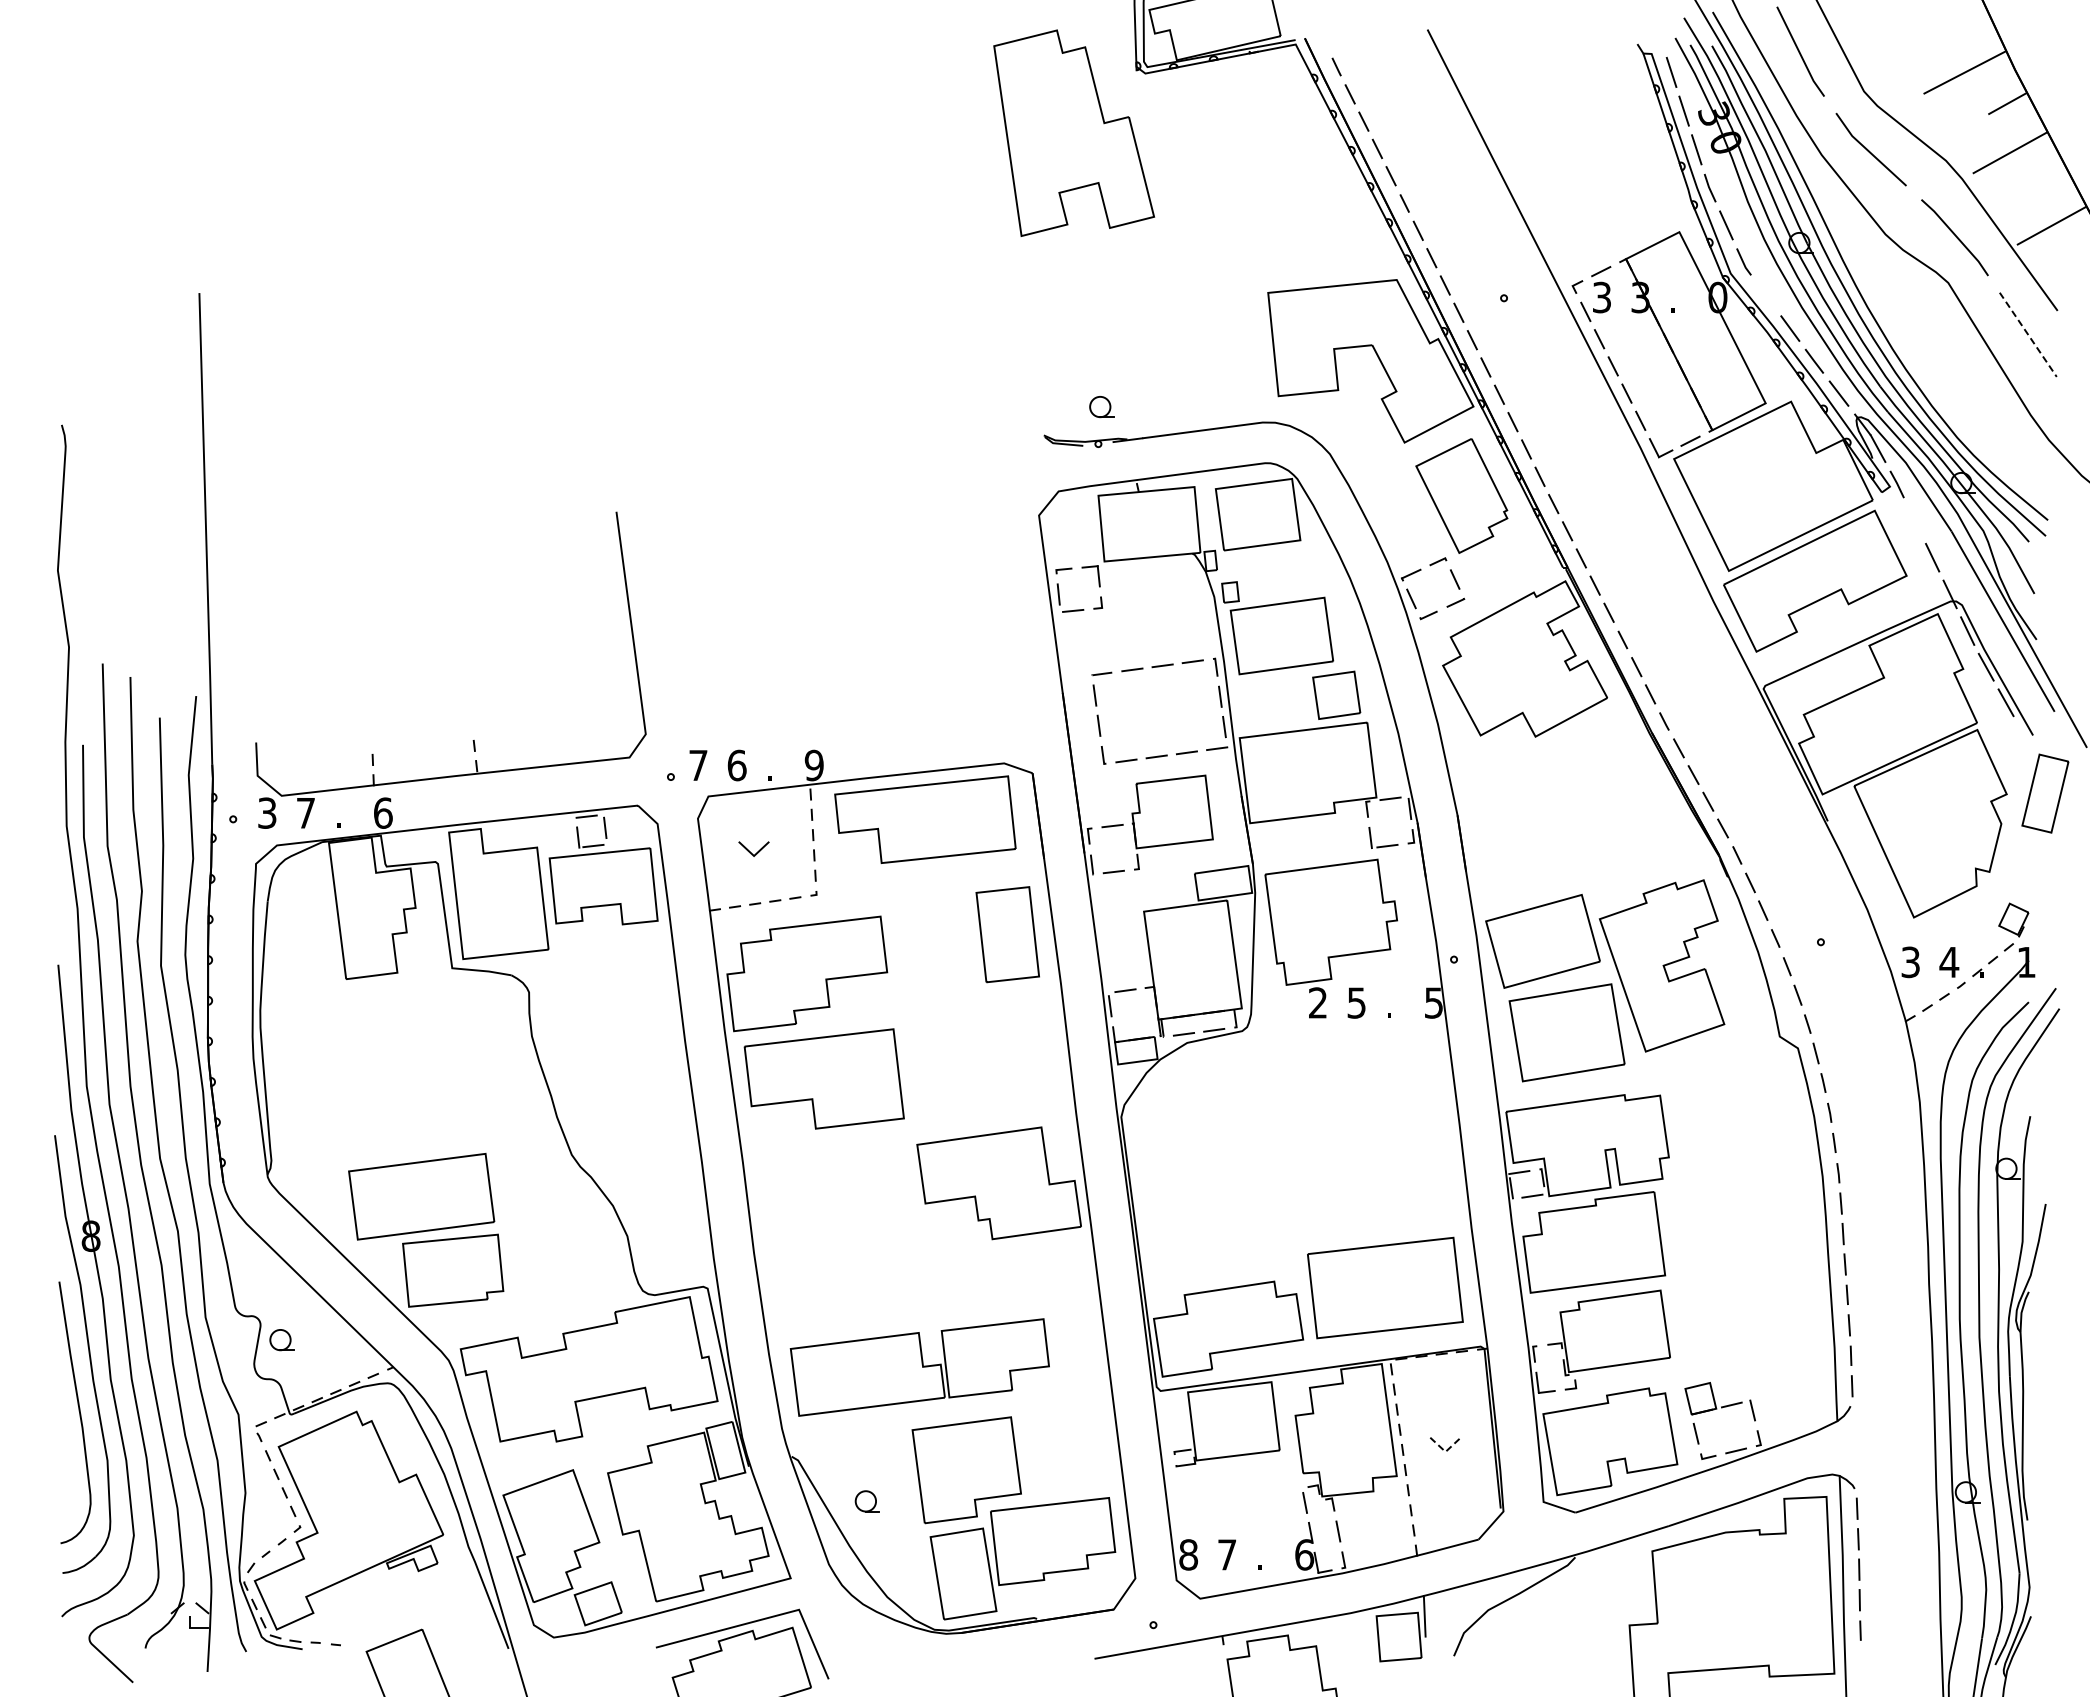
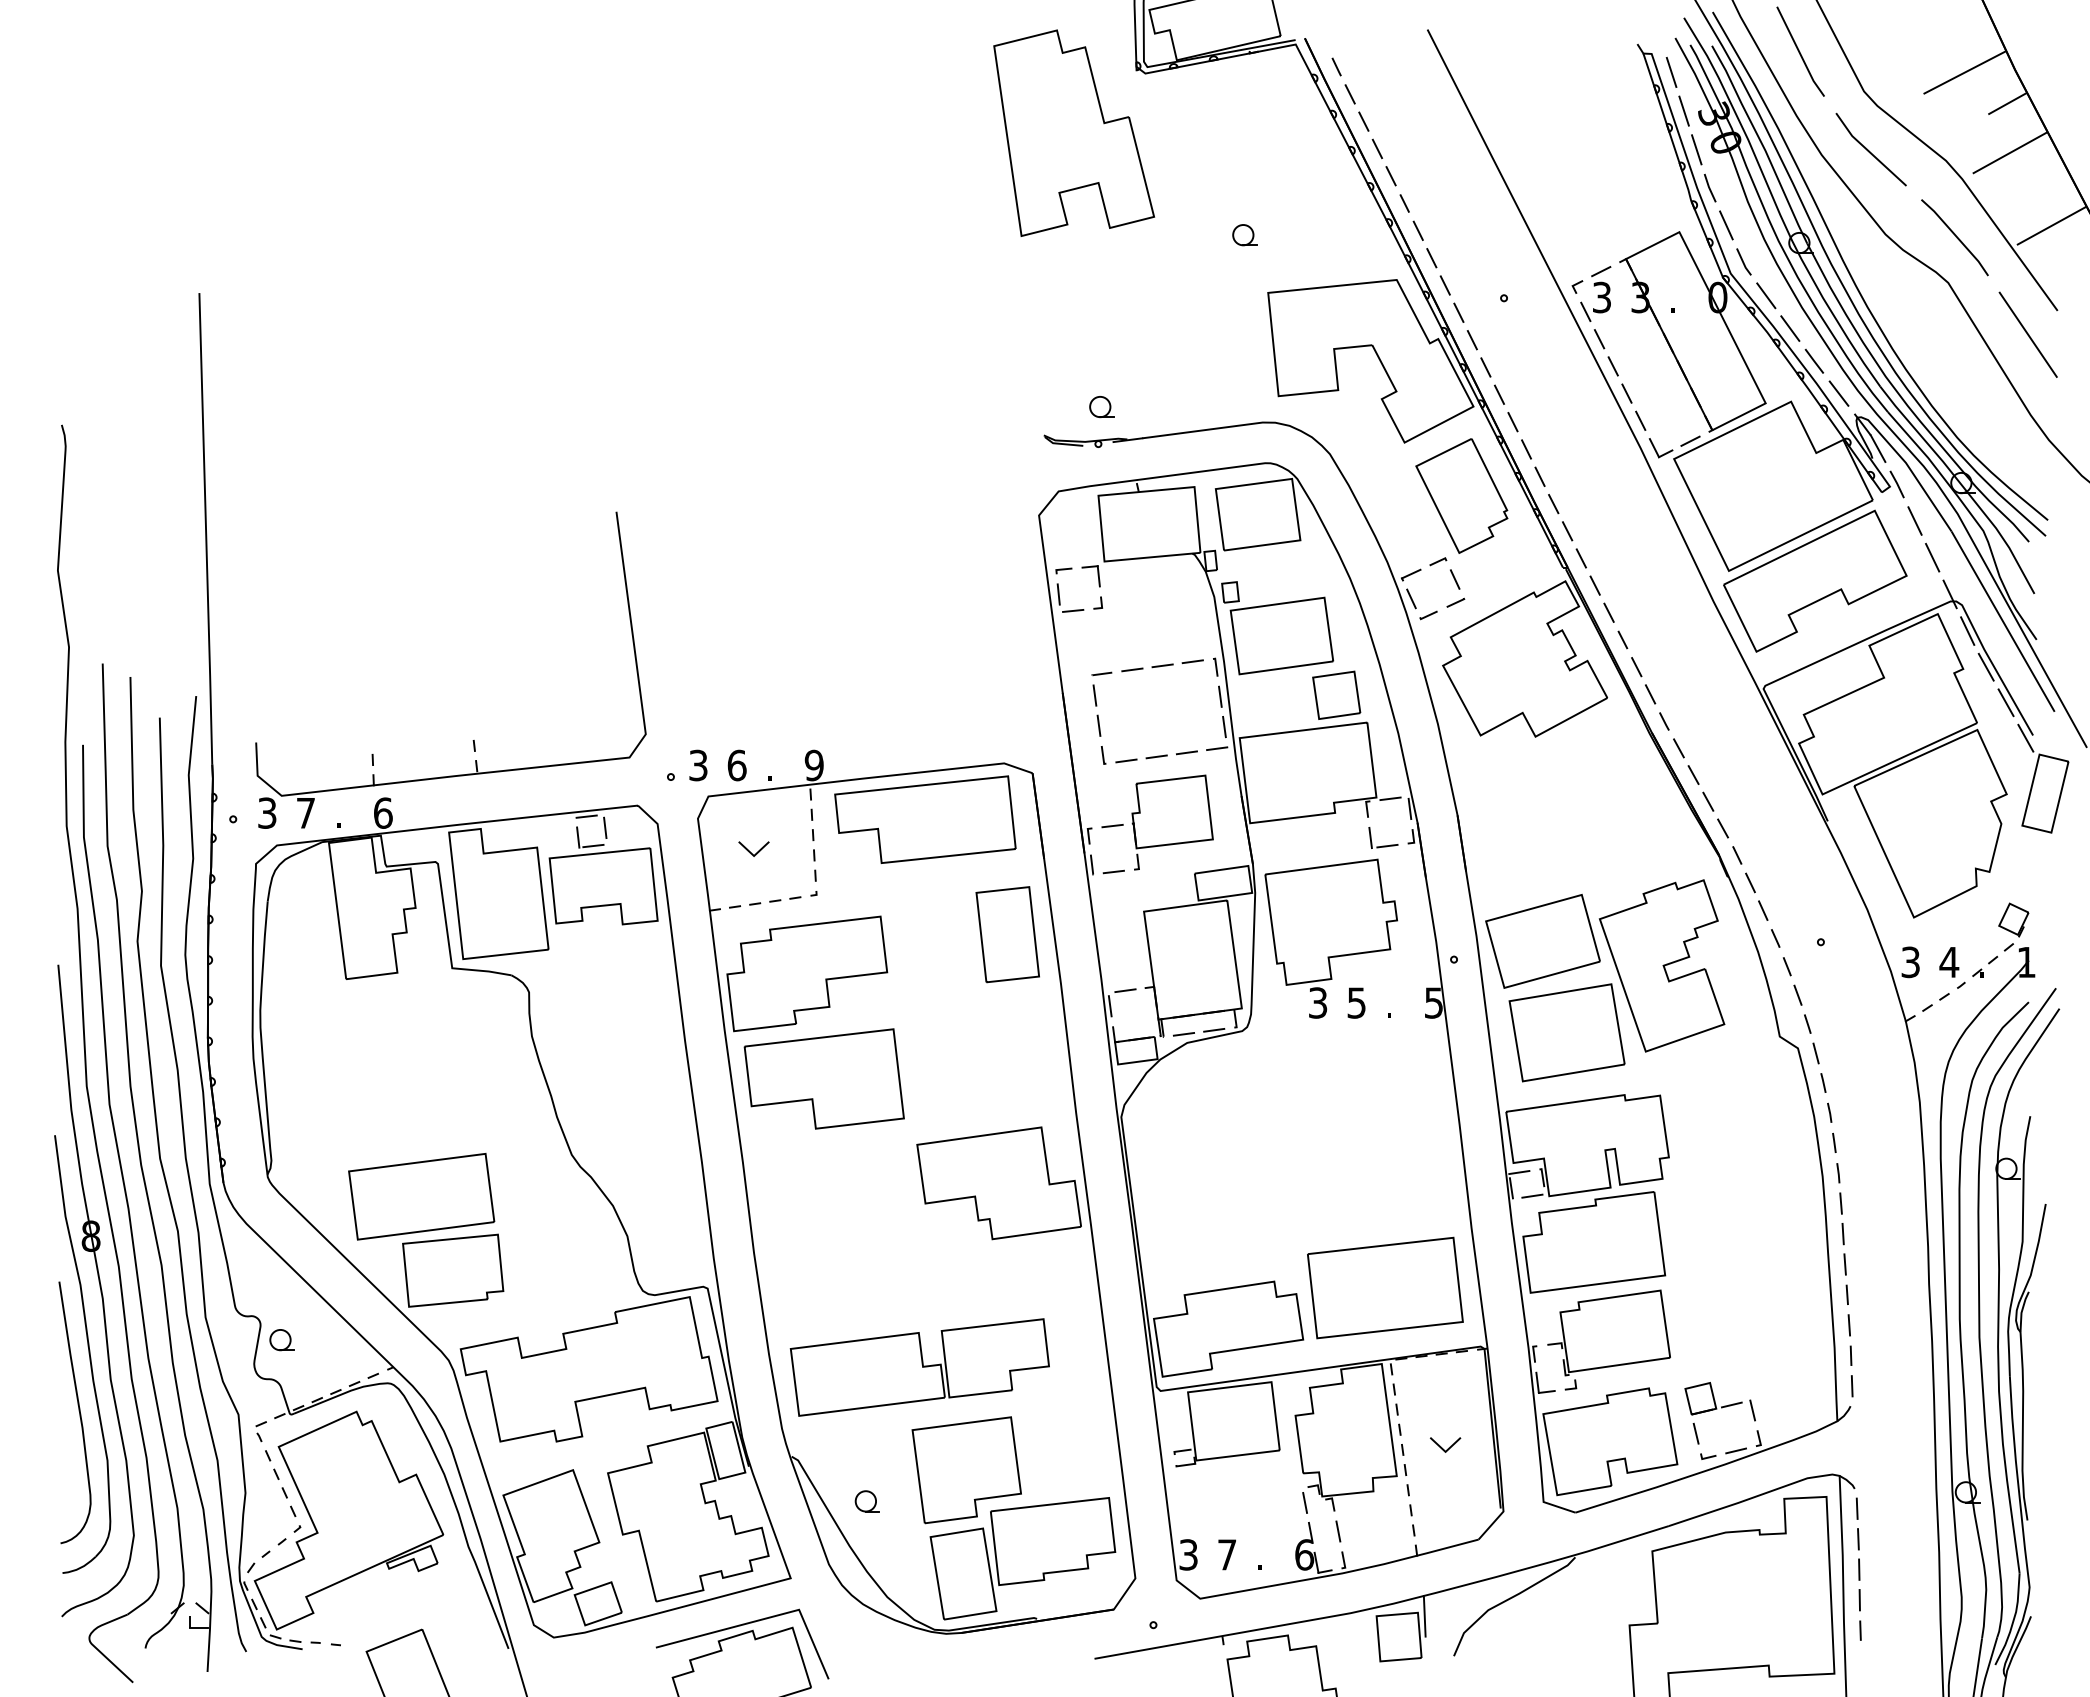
part at (1244, 235): none -> present
line at (1766, 295): none -> present
line at (2028, 334): dashed -> solid
line at (1914, 520): none -> present
line at (2025, 737): none -> present
text at (698, 765): 7 -> 3
text at (1318, 1002): 2 -> 3
line at (1445, 1451): dashed -> solid
text at (1188, 1554): 8 -> 3
